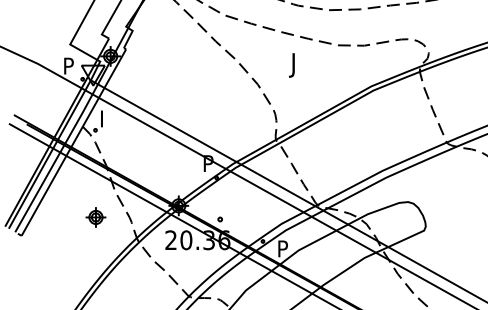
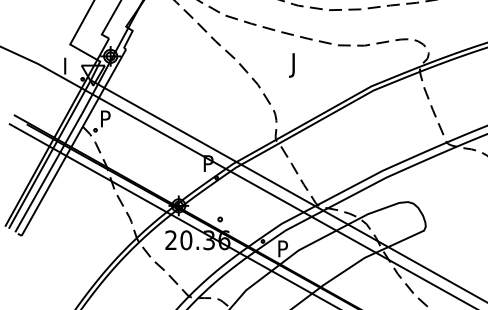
text at (69, 62): P -> I
text at (106, 115): I -> P
part at (95, 217): present -> none
